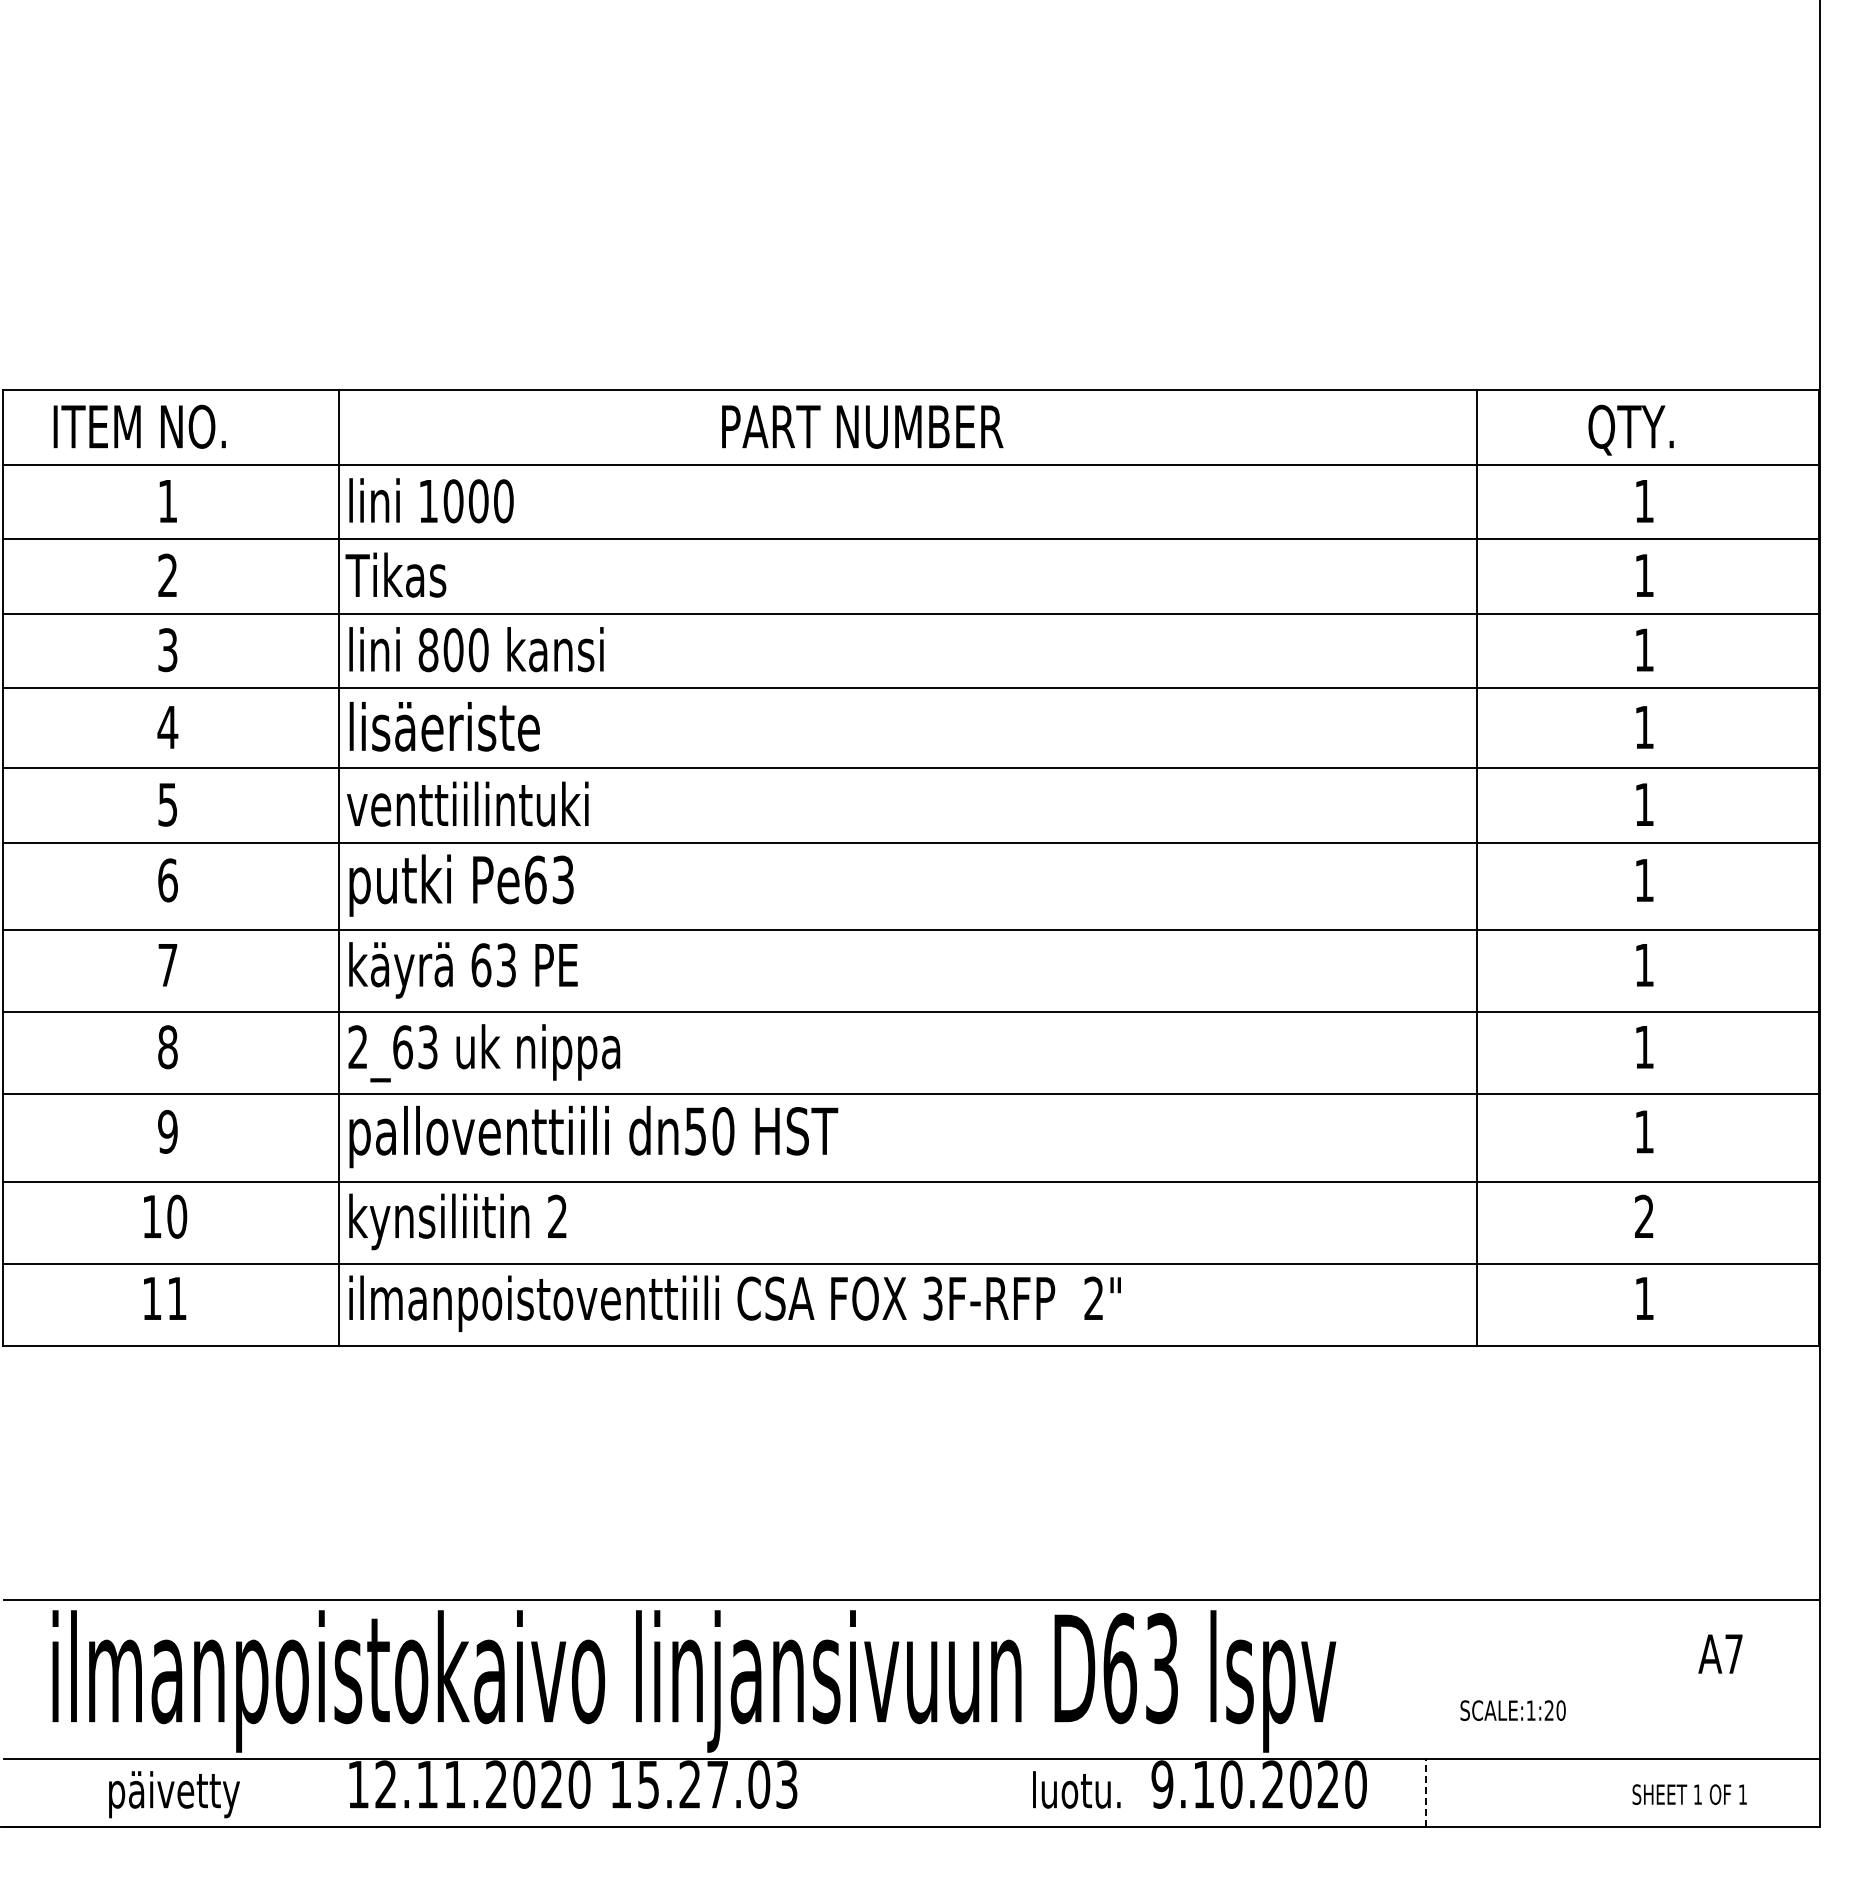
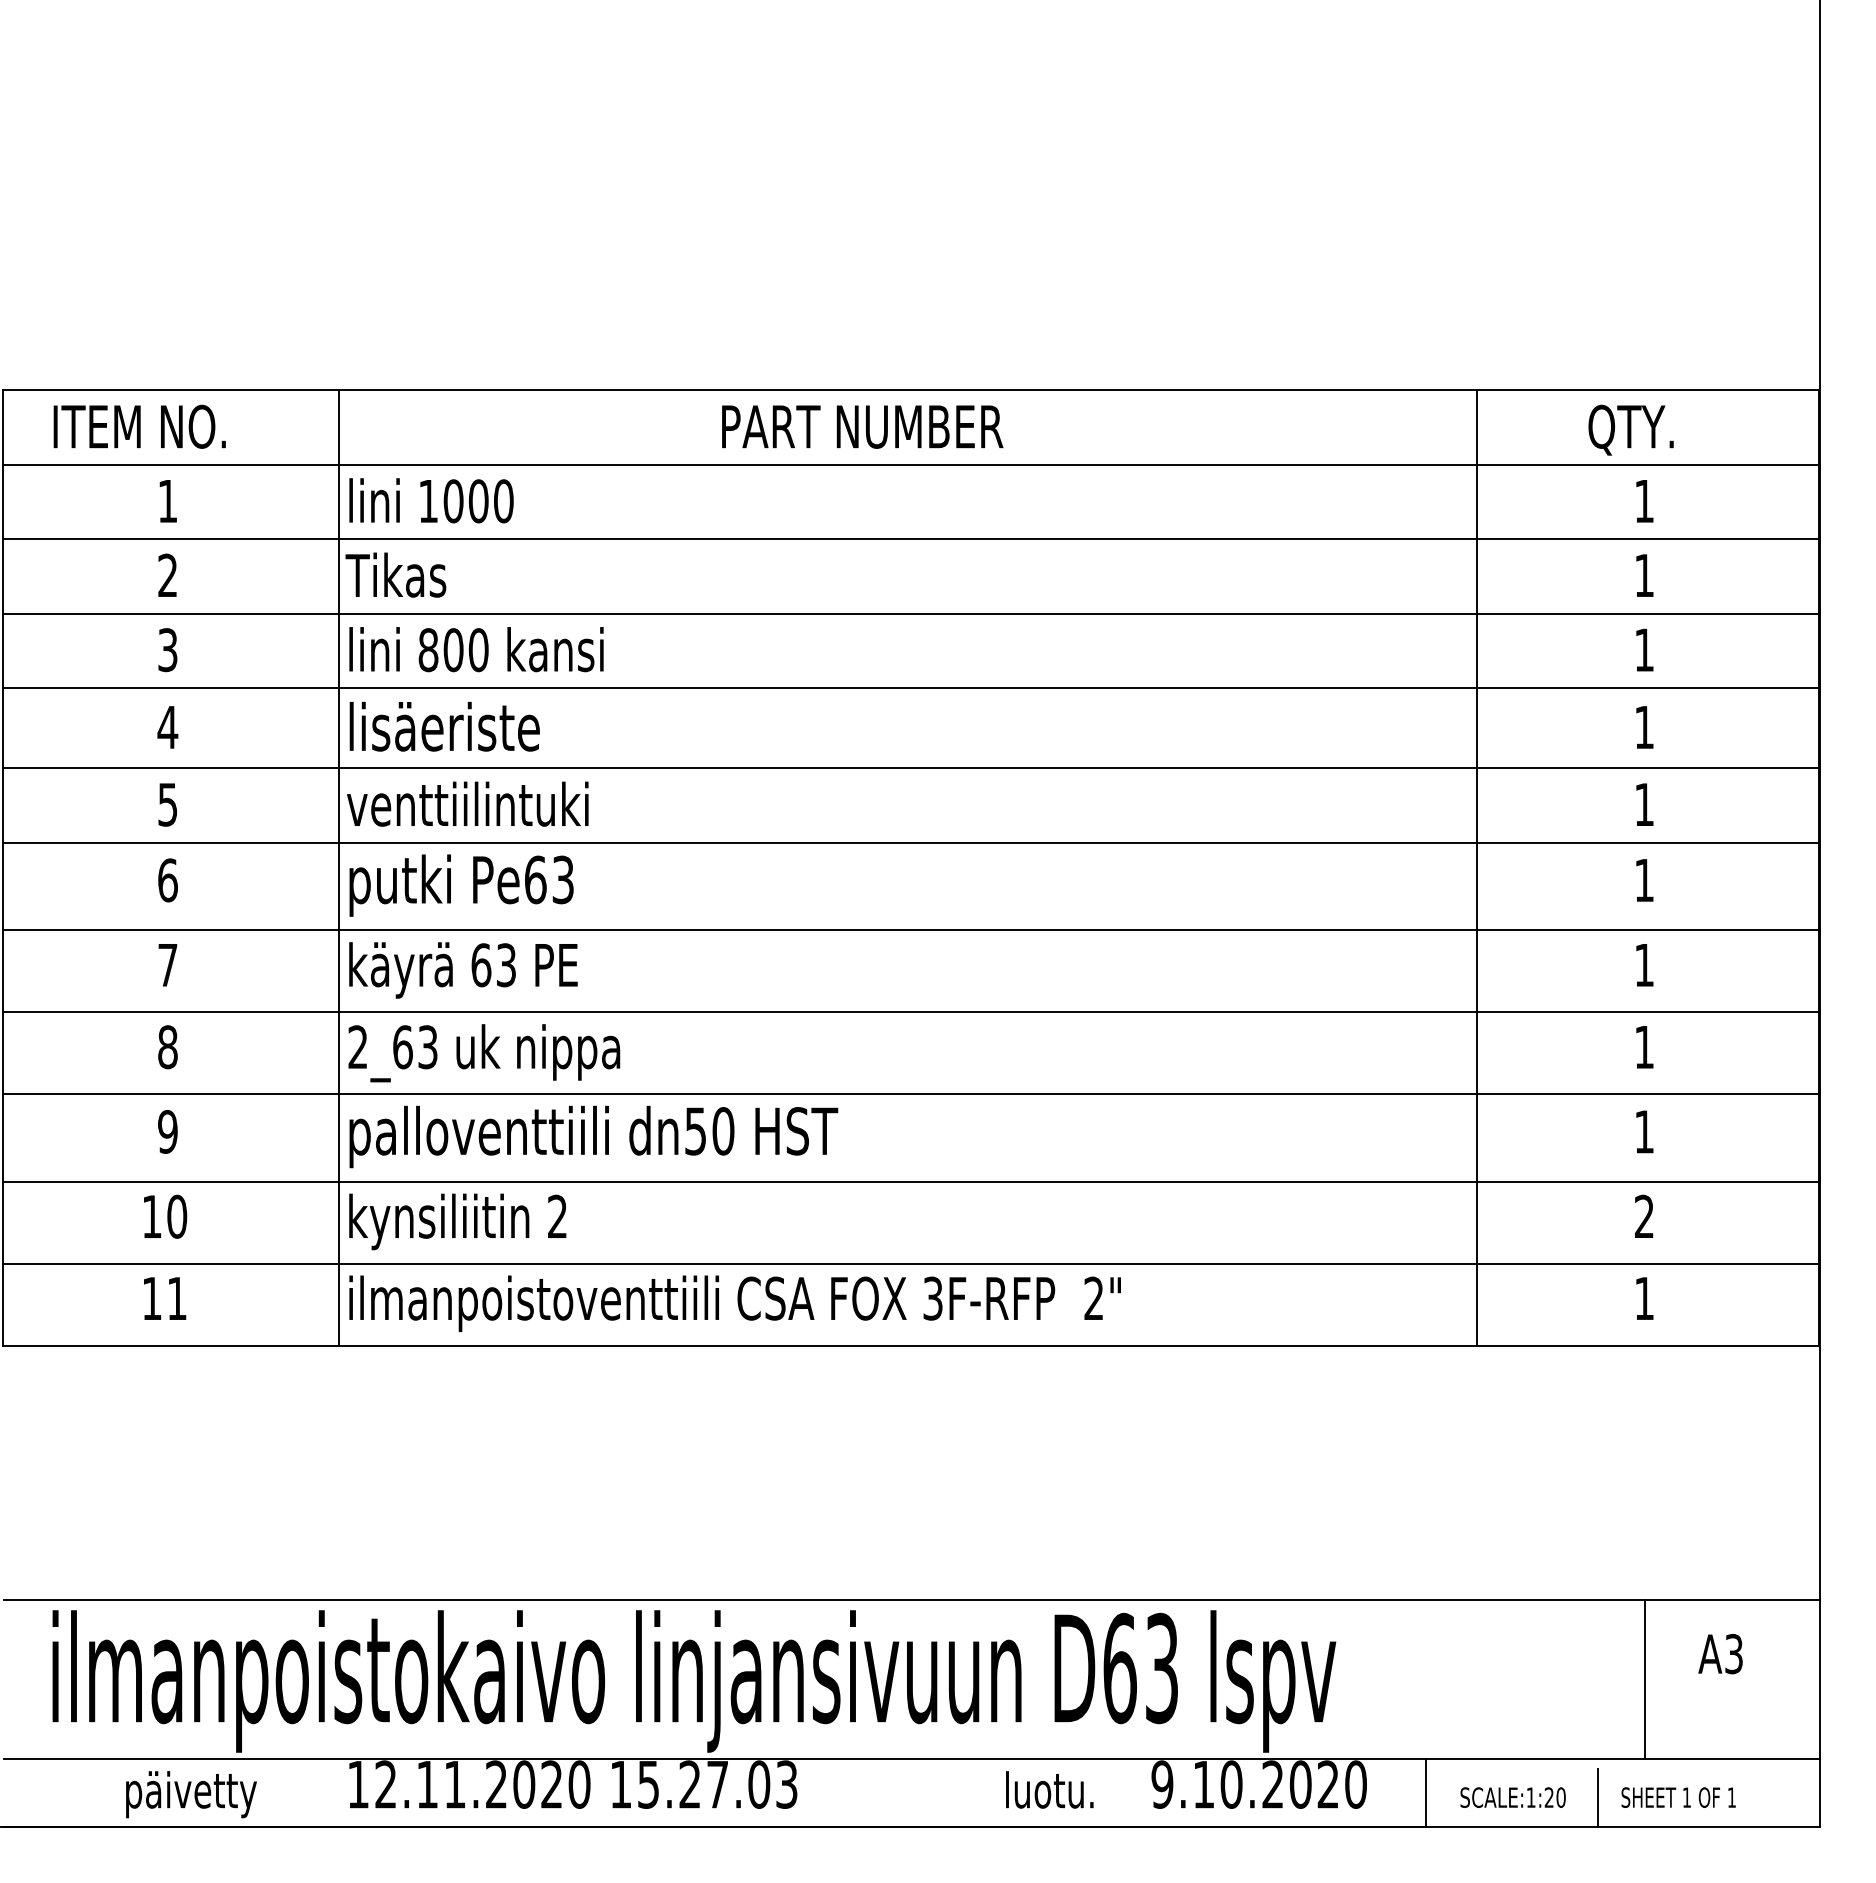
text at (1733, 1654): A7 -> A3
line at (1645, 1679): none -> present
text at (1512, 1710) position: (1512, 1710) -> (1512, 1797)
text at (1076, 1789) position: (1076, 1789) -> (1049, 1789)
line at (1426, 1792): dashed -> solid
text at (174, 1794) position: (174, 1794) -> (191, 1794)
text at (1689, 1794) position: (1689, 1794) -> (1678, 1797)
line at (1598, 1797): none -> present
